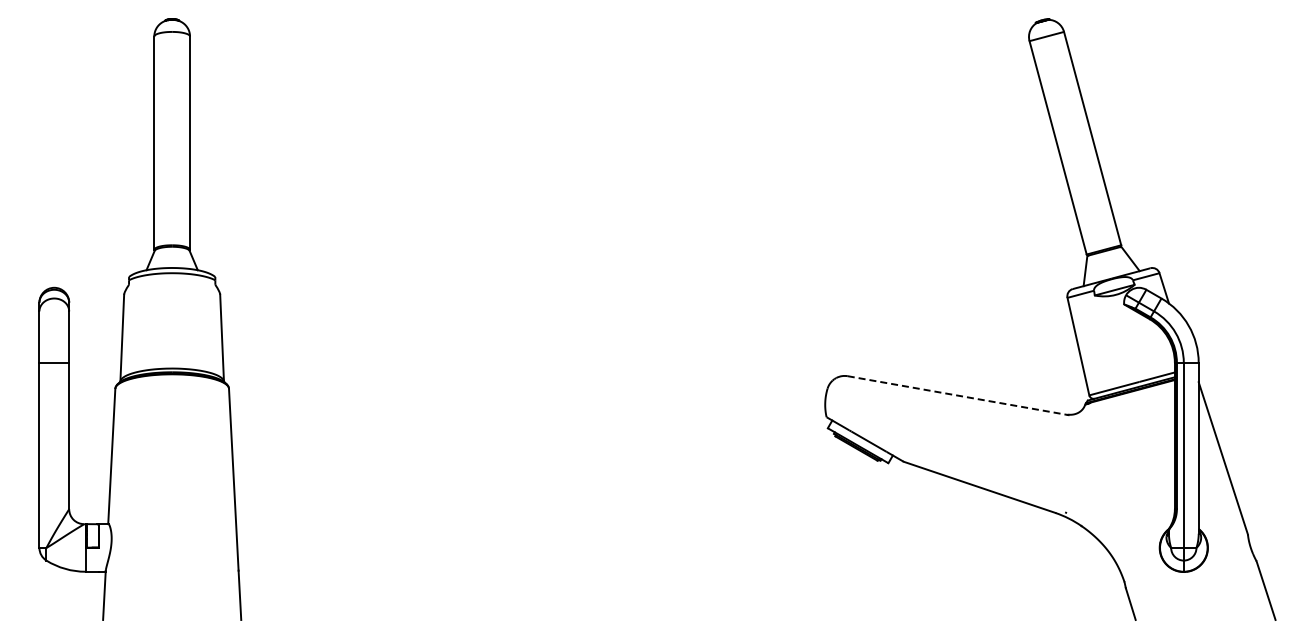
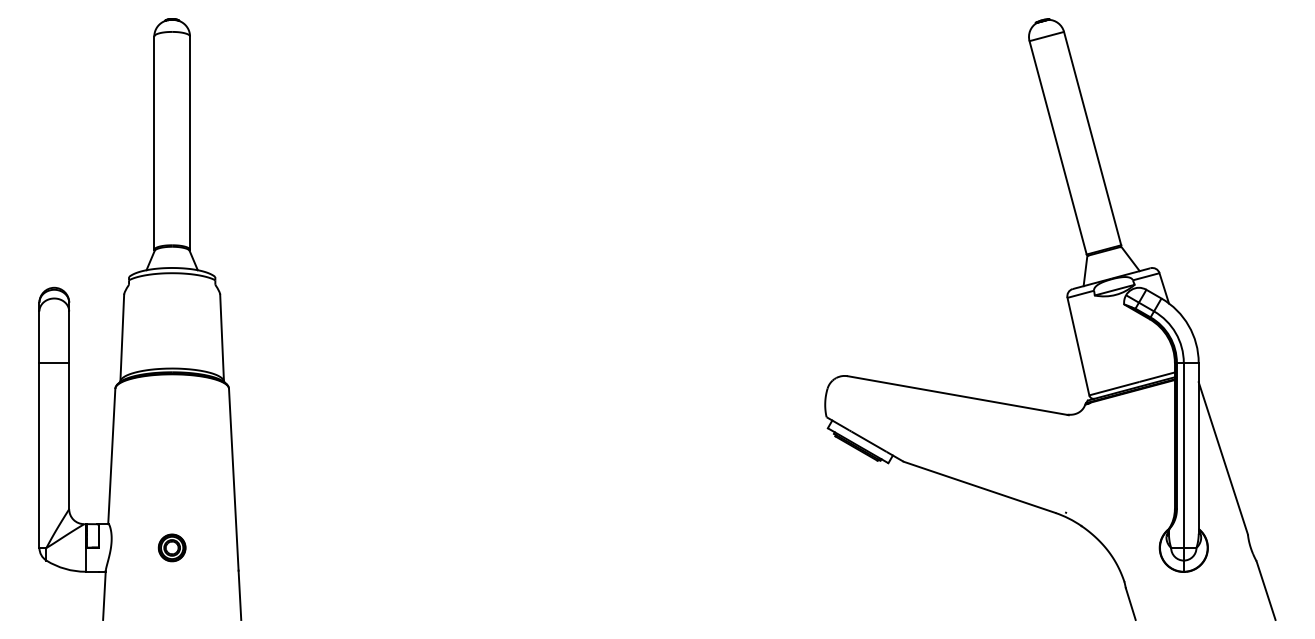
line at (958, 395): dashed -> solid
part at (171, 547): none -> present
